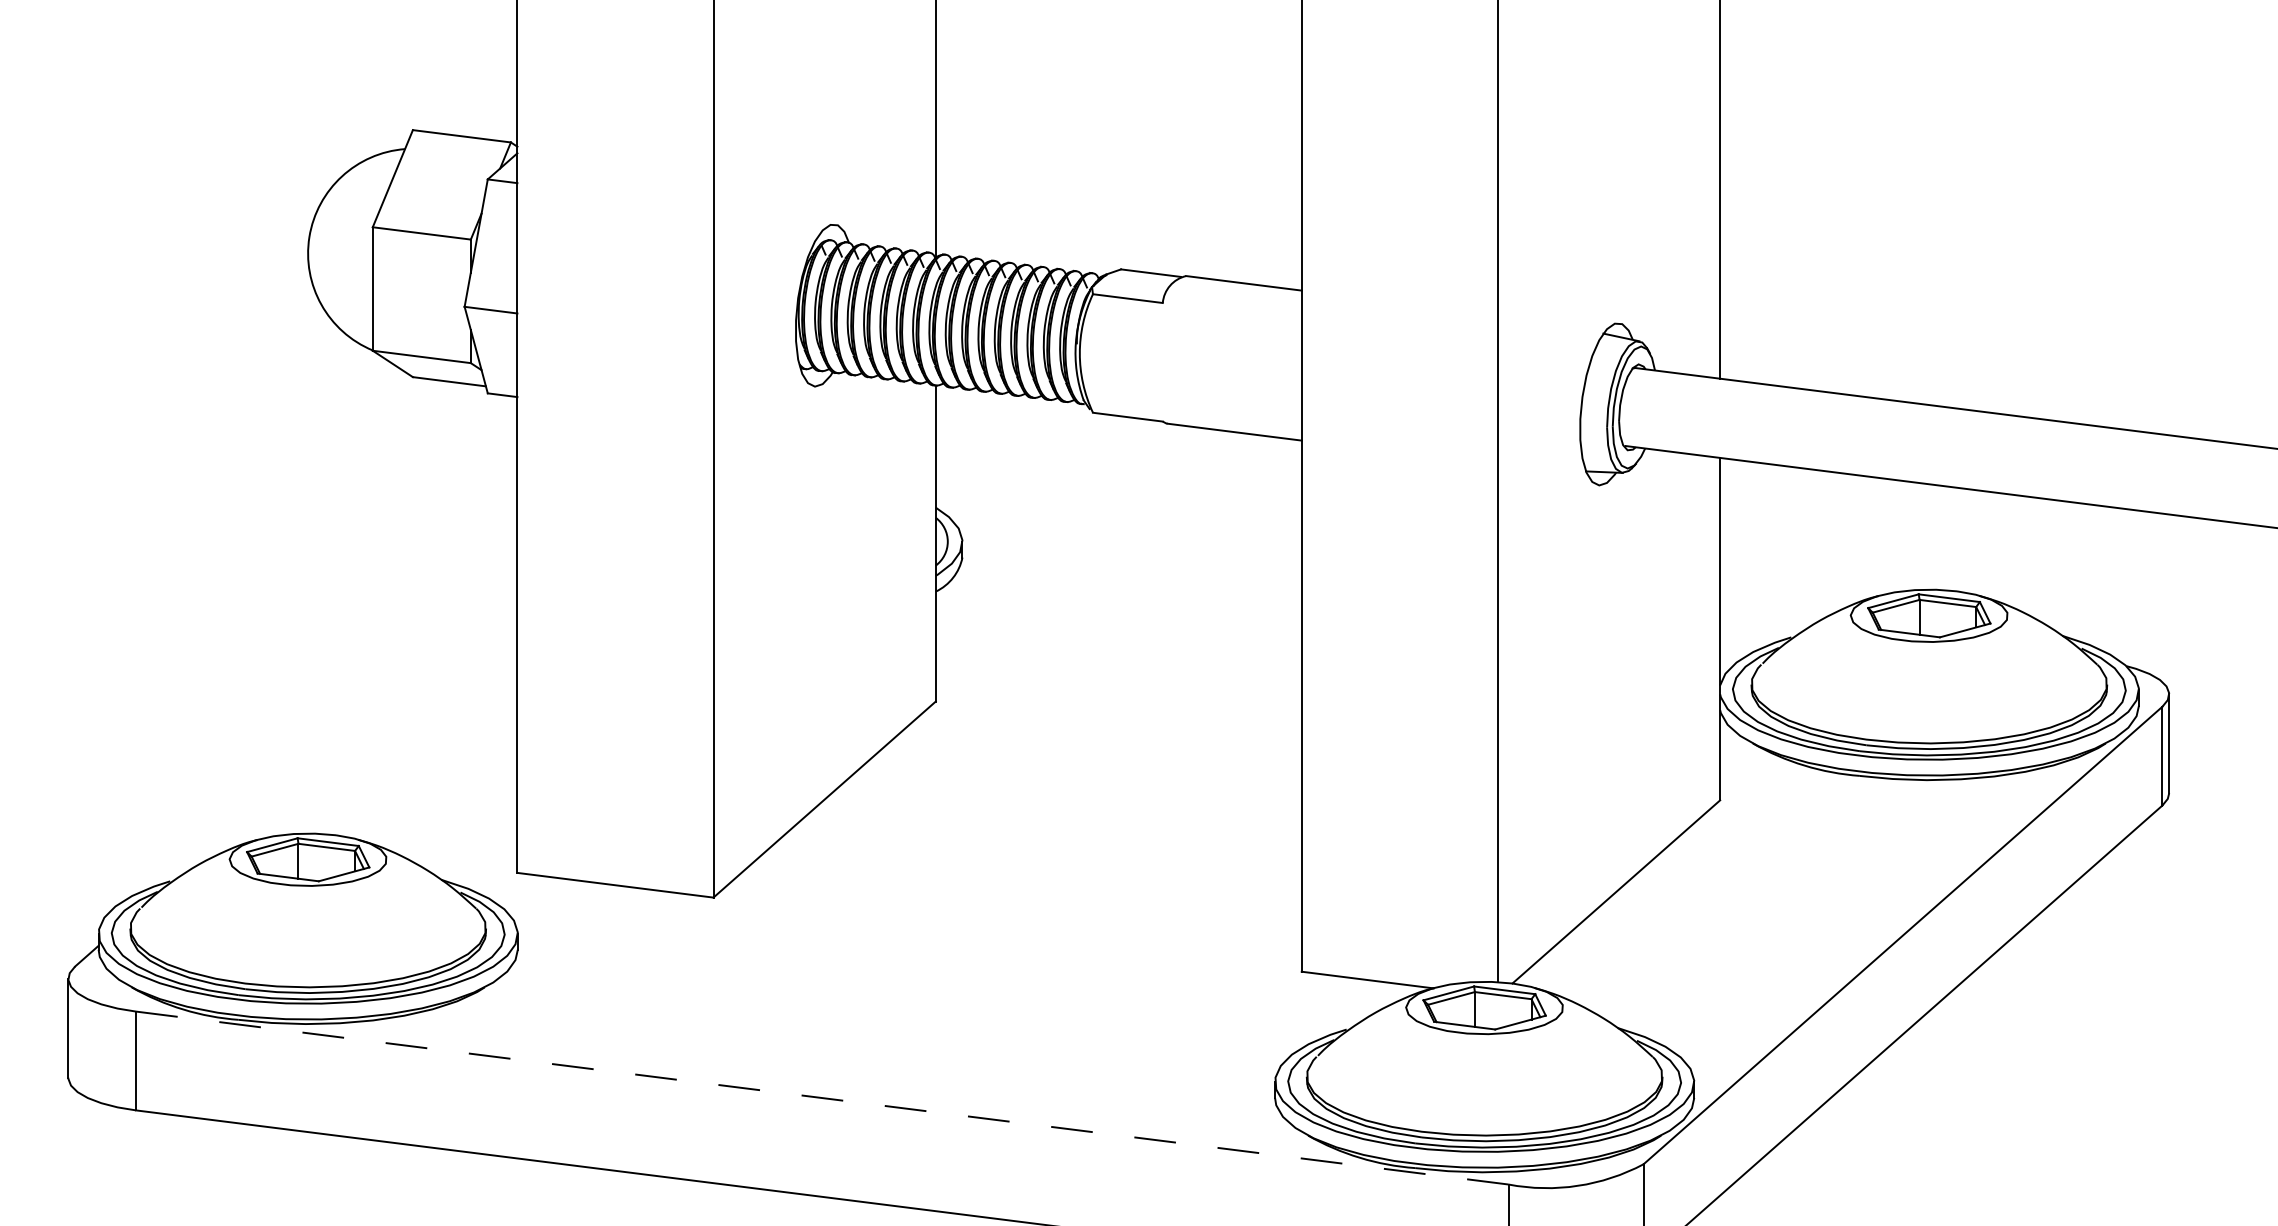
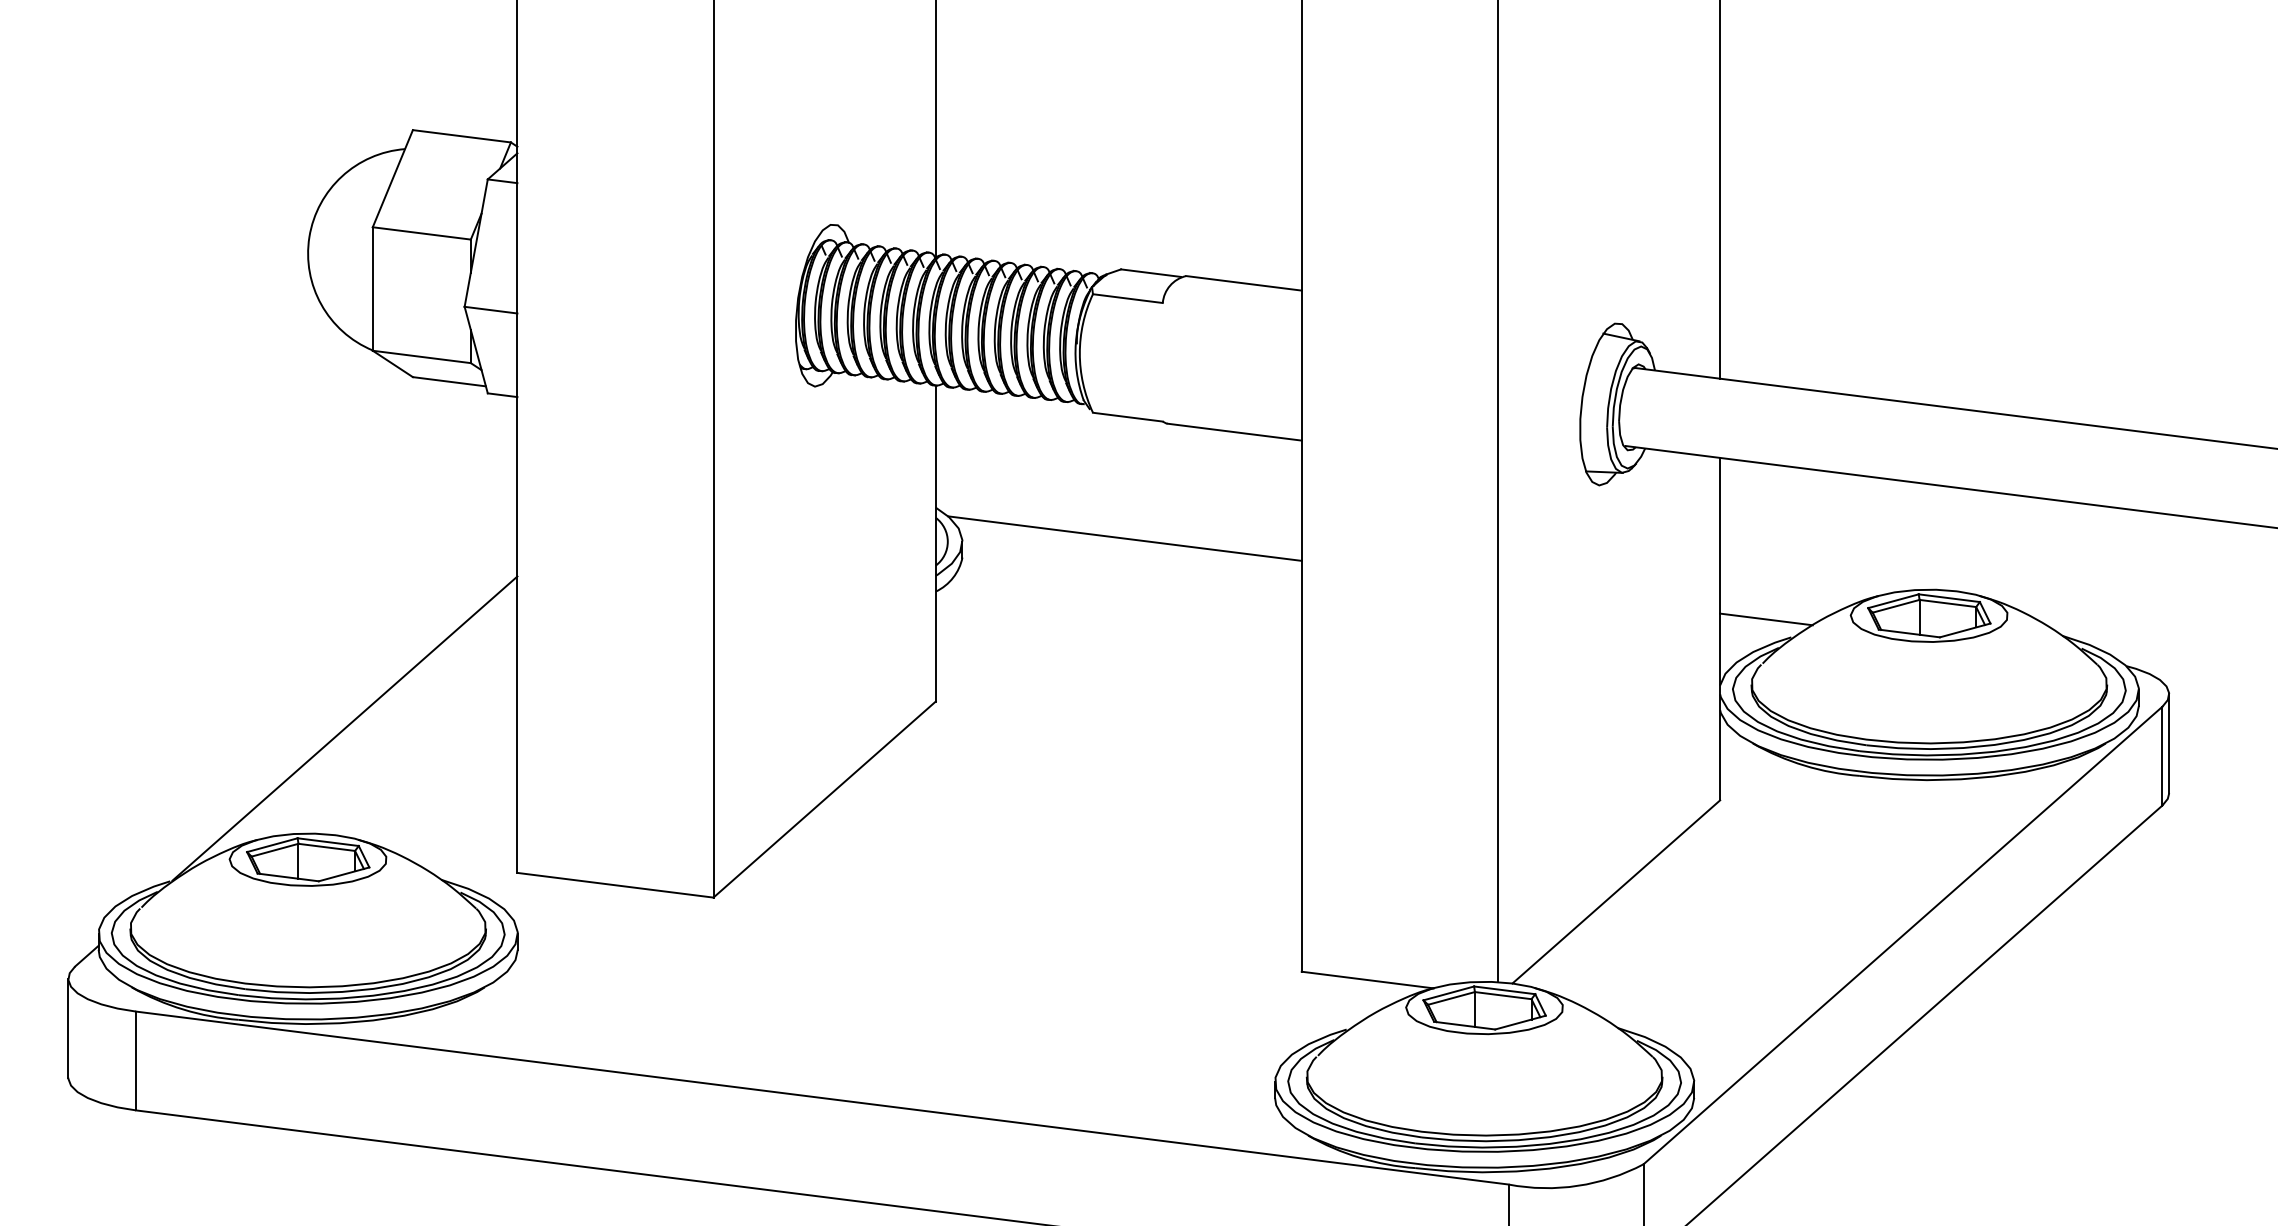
line at (1124, 538): none -> present
line at (1766, 619): none -> present
line at (344, 728): none -> present
line at (822, 1098): dashed -> solid
